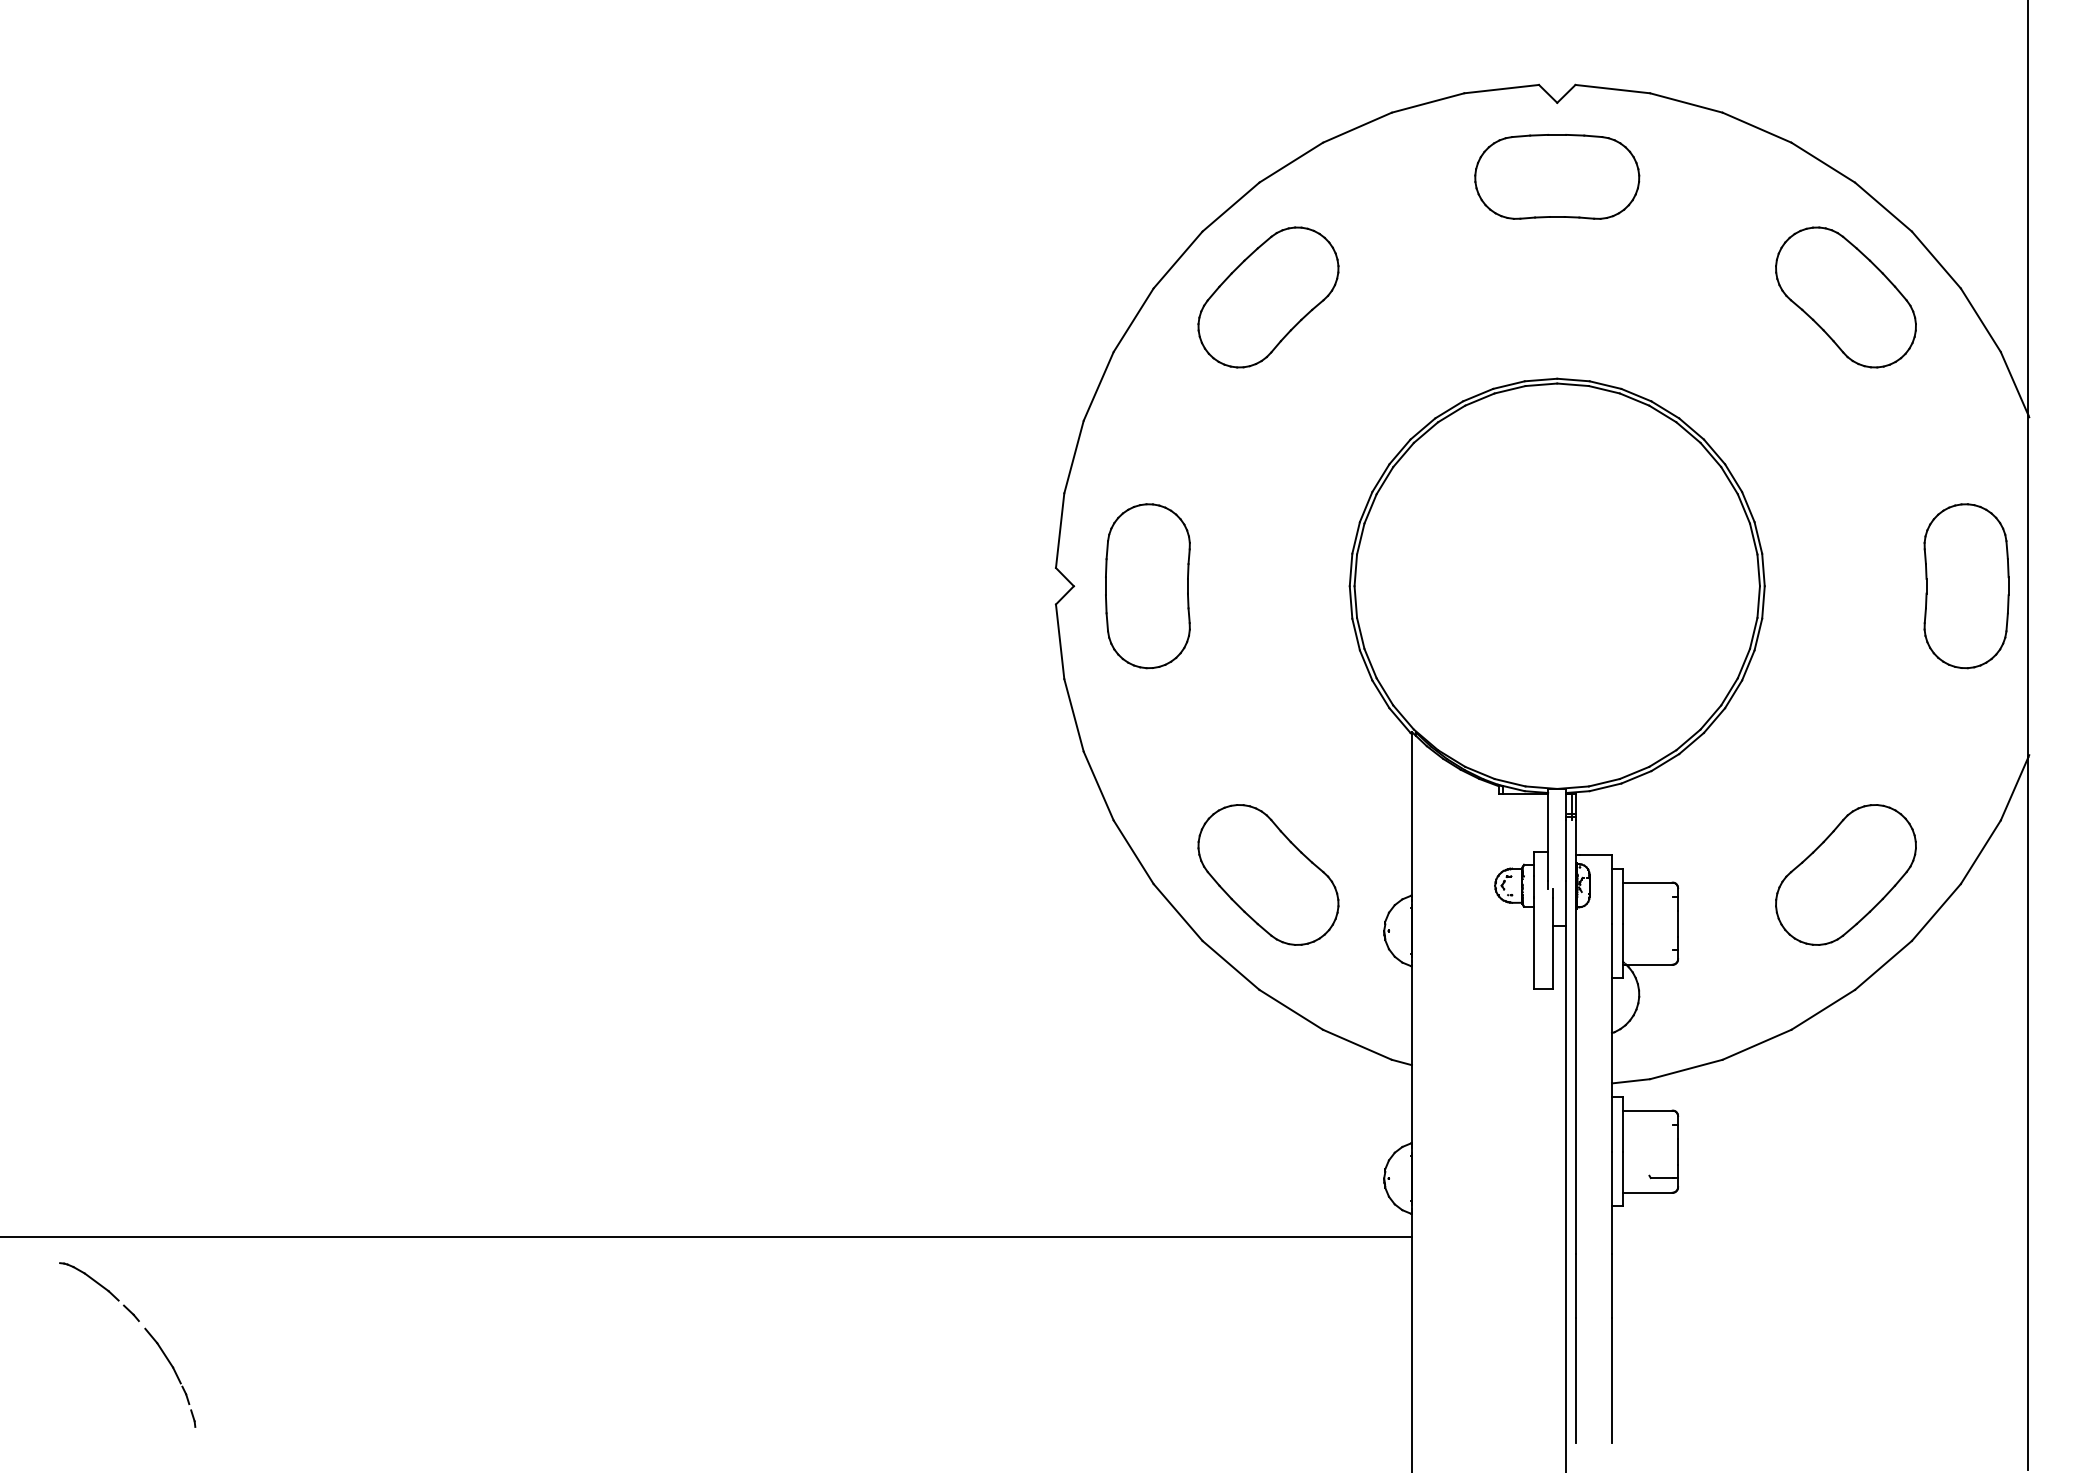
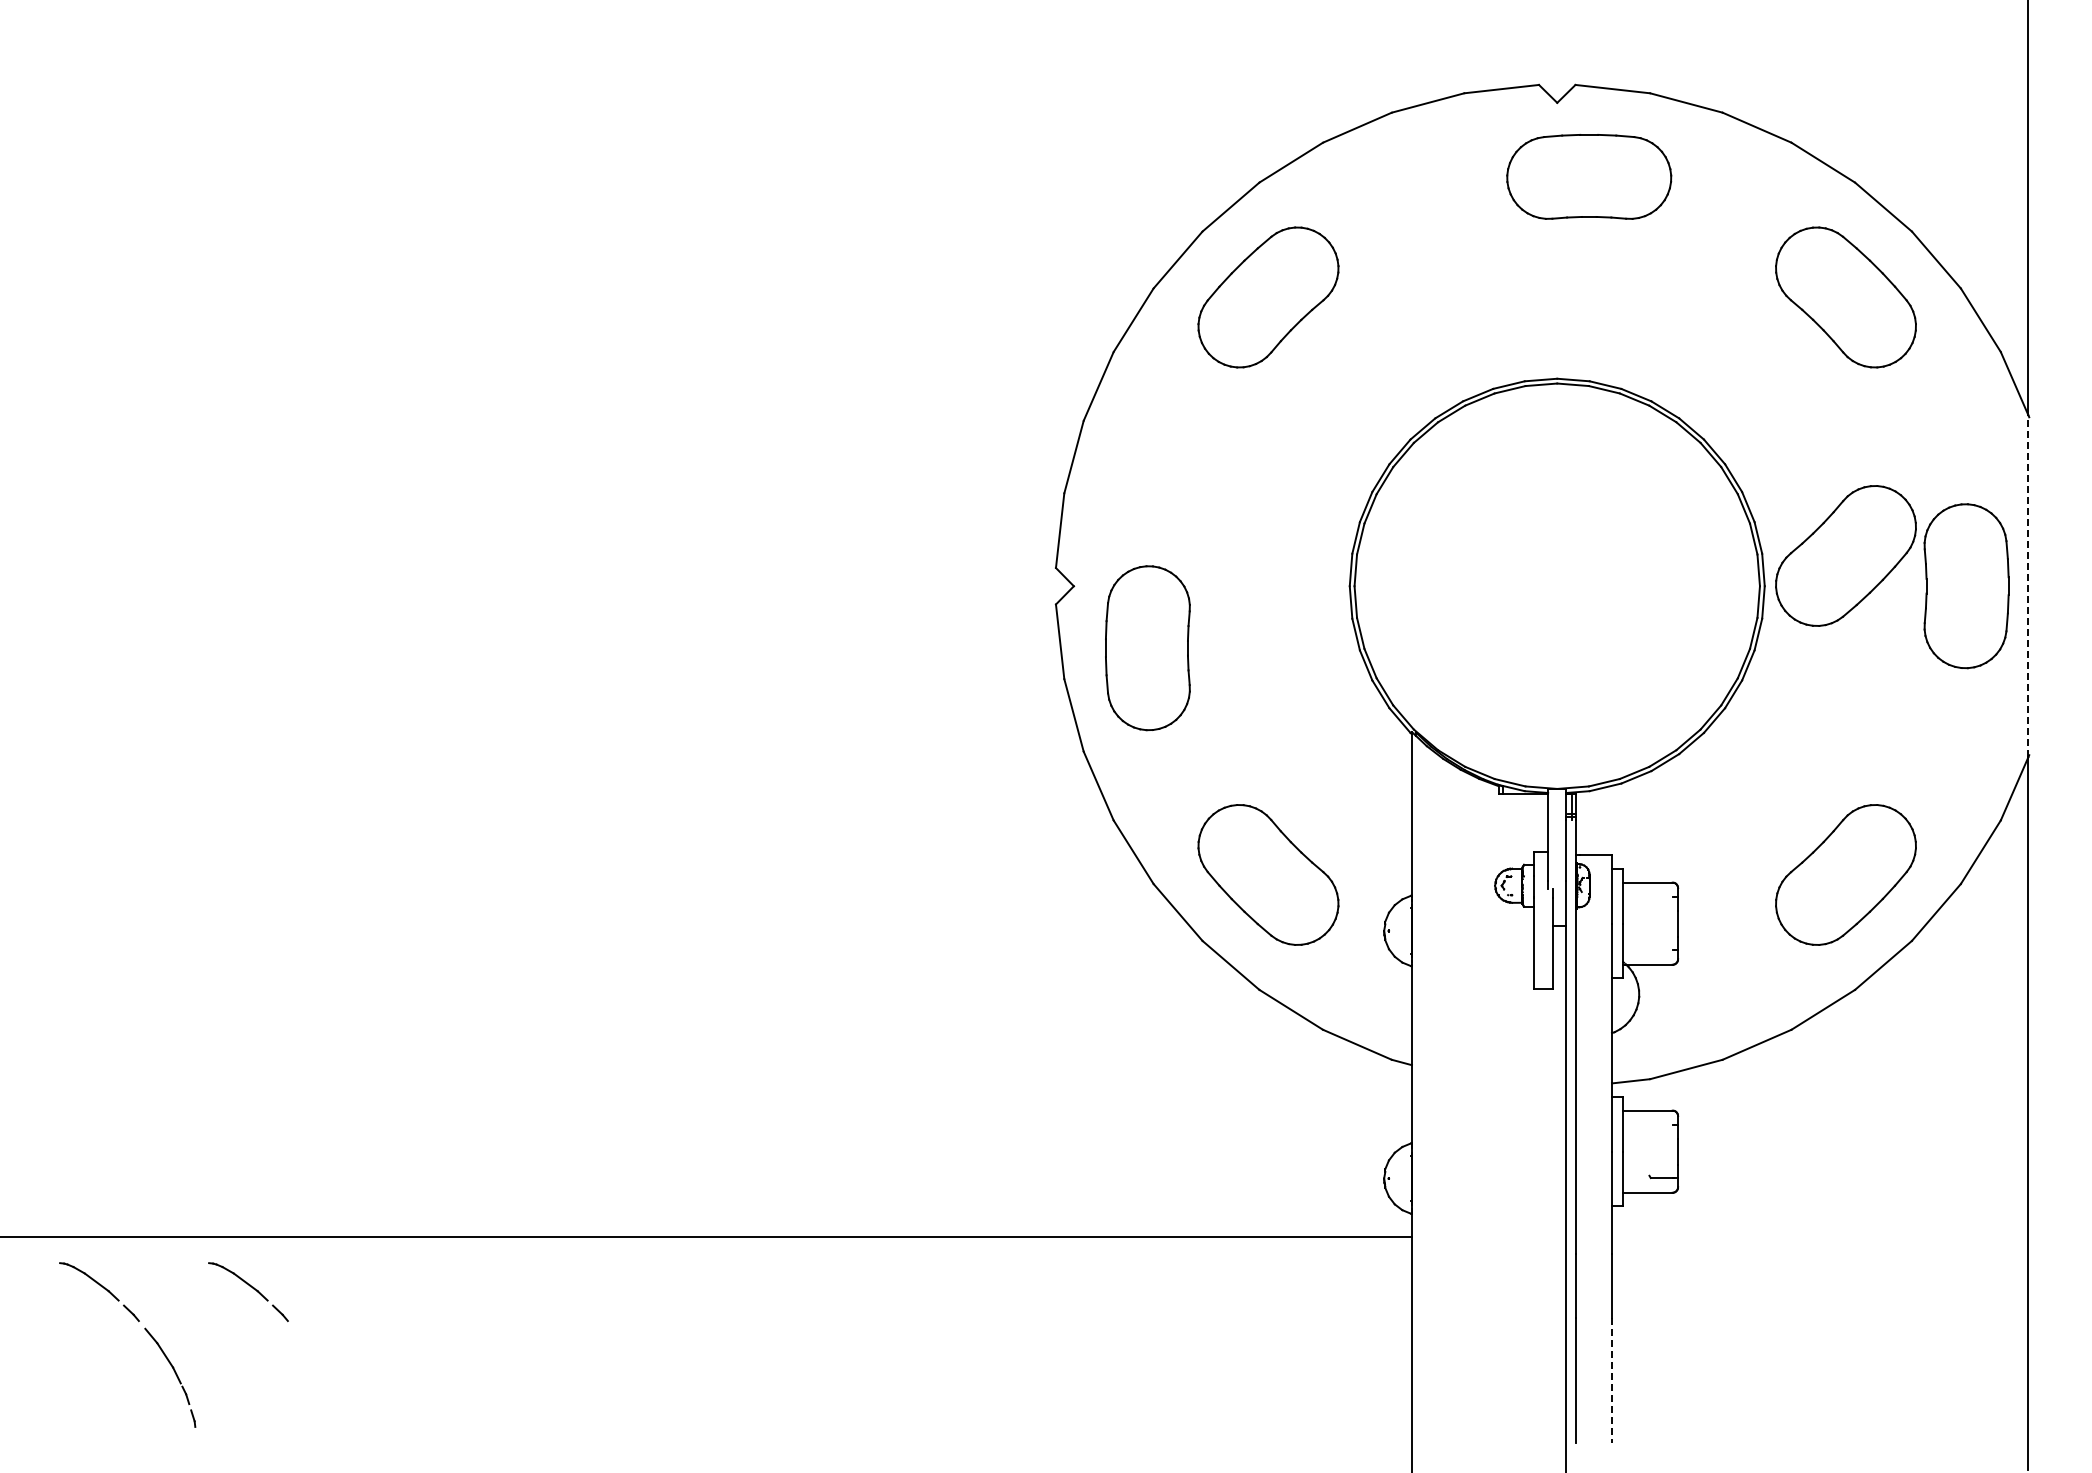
part at (1557, 176) position: (1557, 176) -> (1589, 176)
part at (1845, 555): none -> present
line at (2028, 585): solid -> dashed
part at (1147, 586) position: (1147, 586) -> (1147, 648)
part at (248, 1291): none -> present
line at (1611, 1380): solid -> dashed
